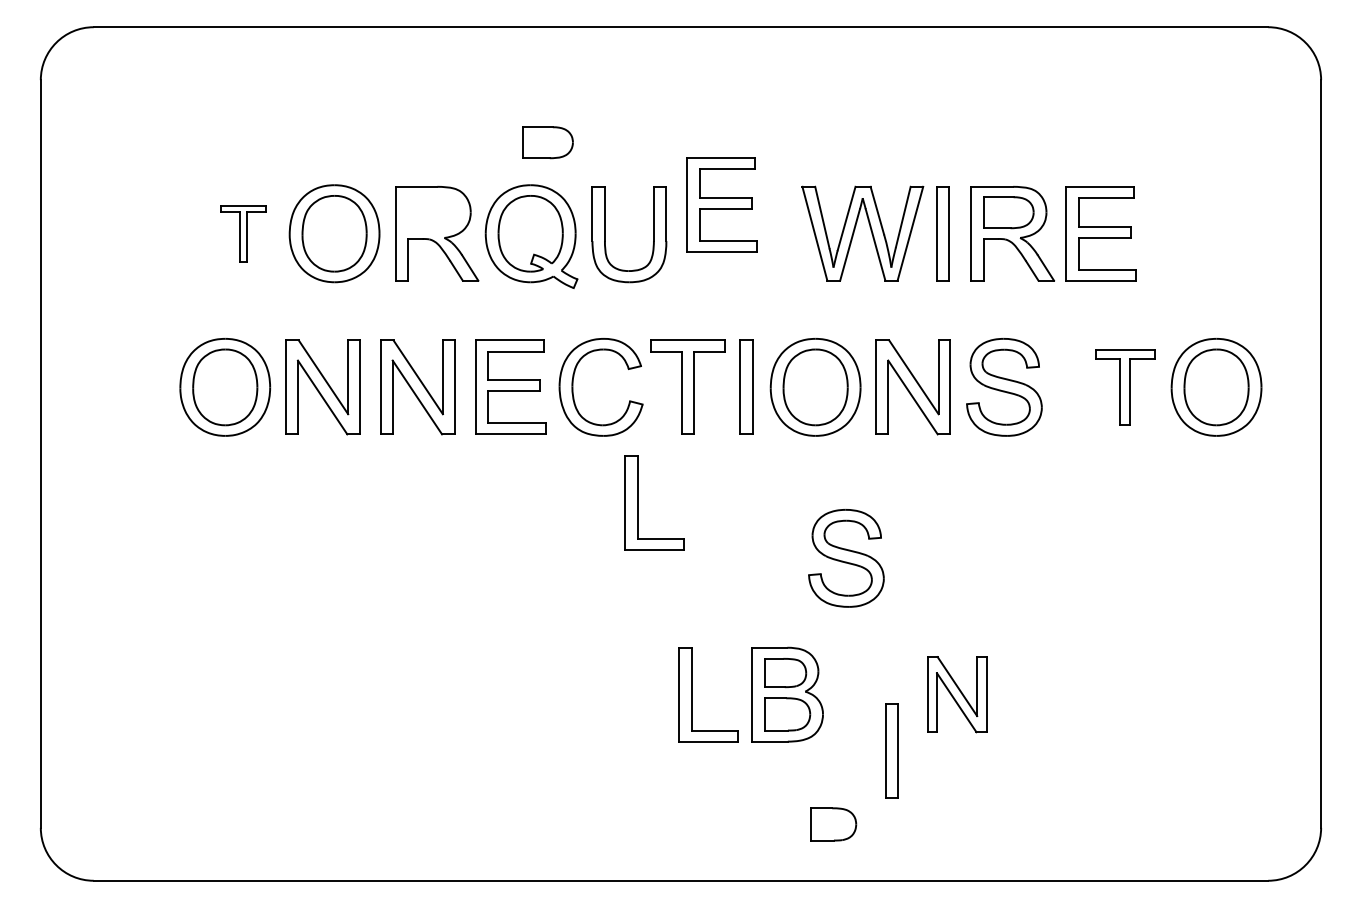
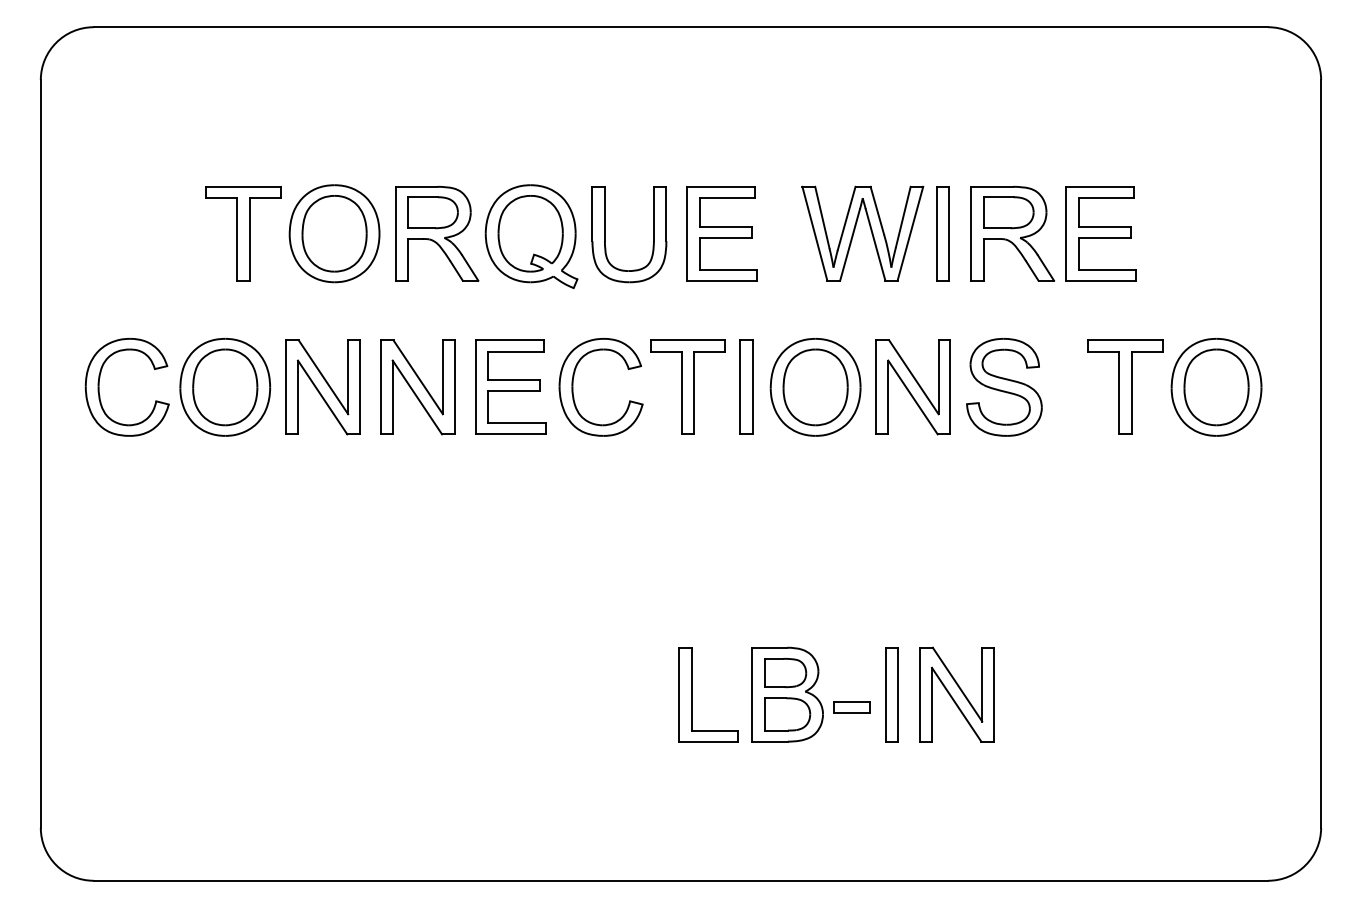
part at (547, 142) position: (547, 142) -> (432, 212)
part at (721, 204) position: (721, 204) -> (721, 233)
part at (243, 233) size: 47x58 px -> 77x96 px
part at (99, 387): none -> present
part at (1125, 387) size: 61x77 px -> 77x96 px
part at (638, 502): present -> none
part at (846, 558): present -> none
part at (957, 694) size: 61x78 px -> 76x97 px
part at (851, 707): none -> present
part at (891, 750) position: (891, 750) -> (891, 694)
part at (833, 824): present -> none
